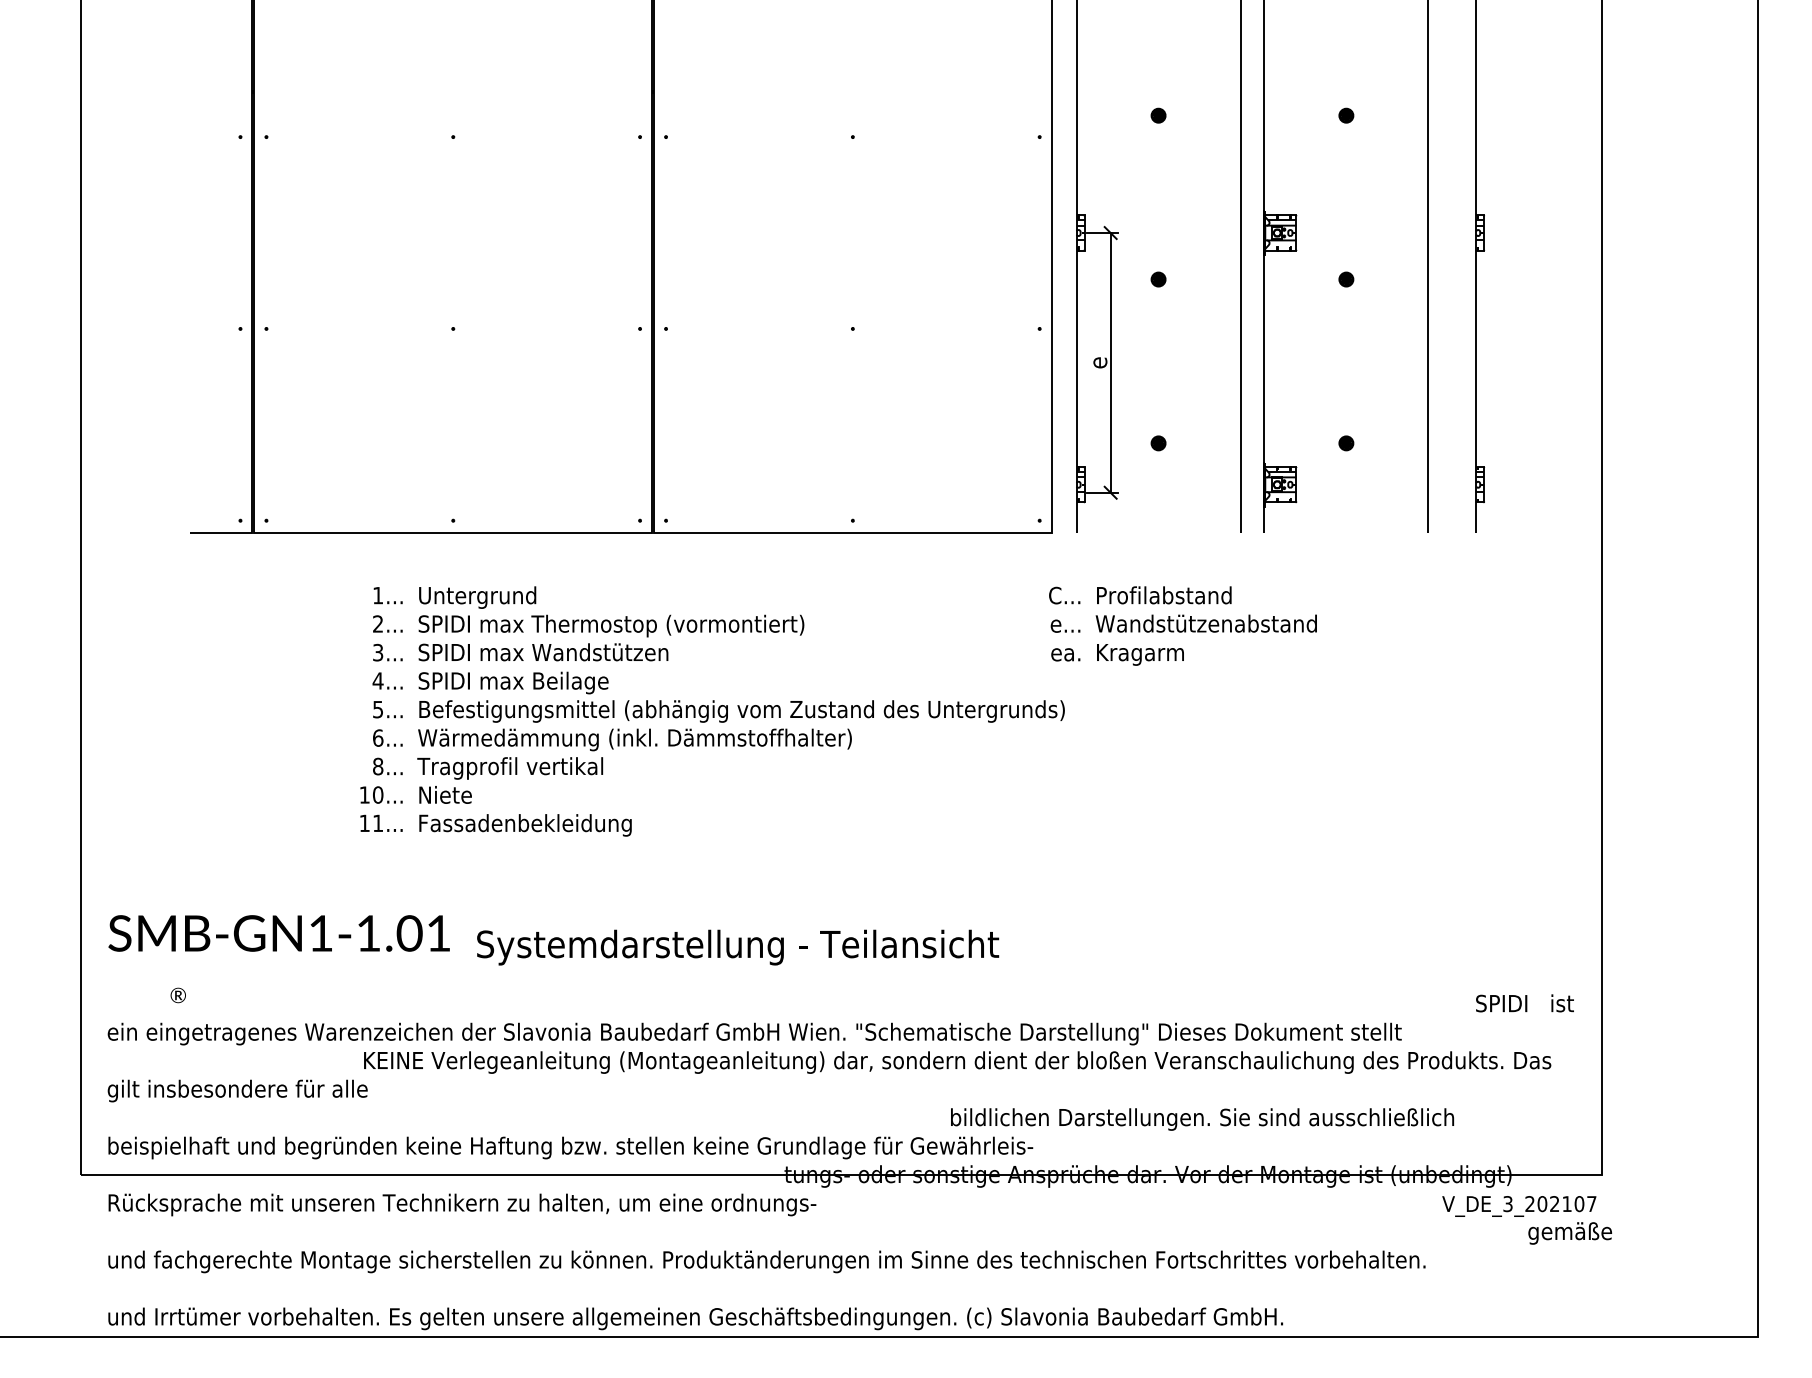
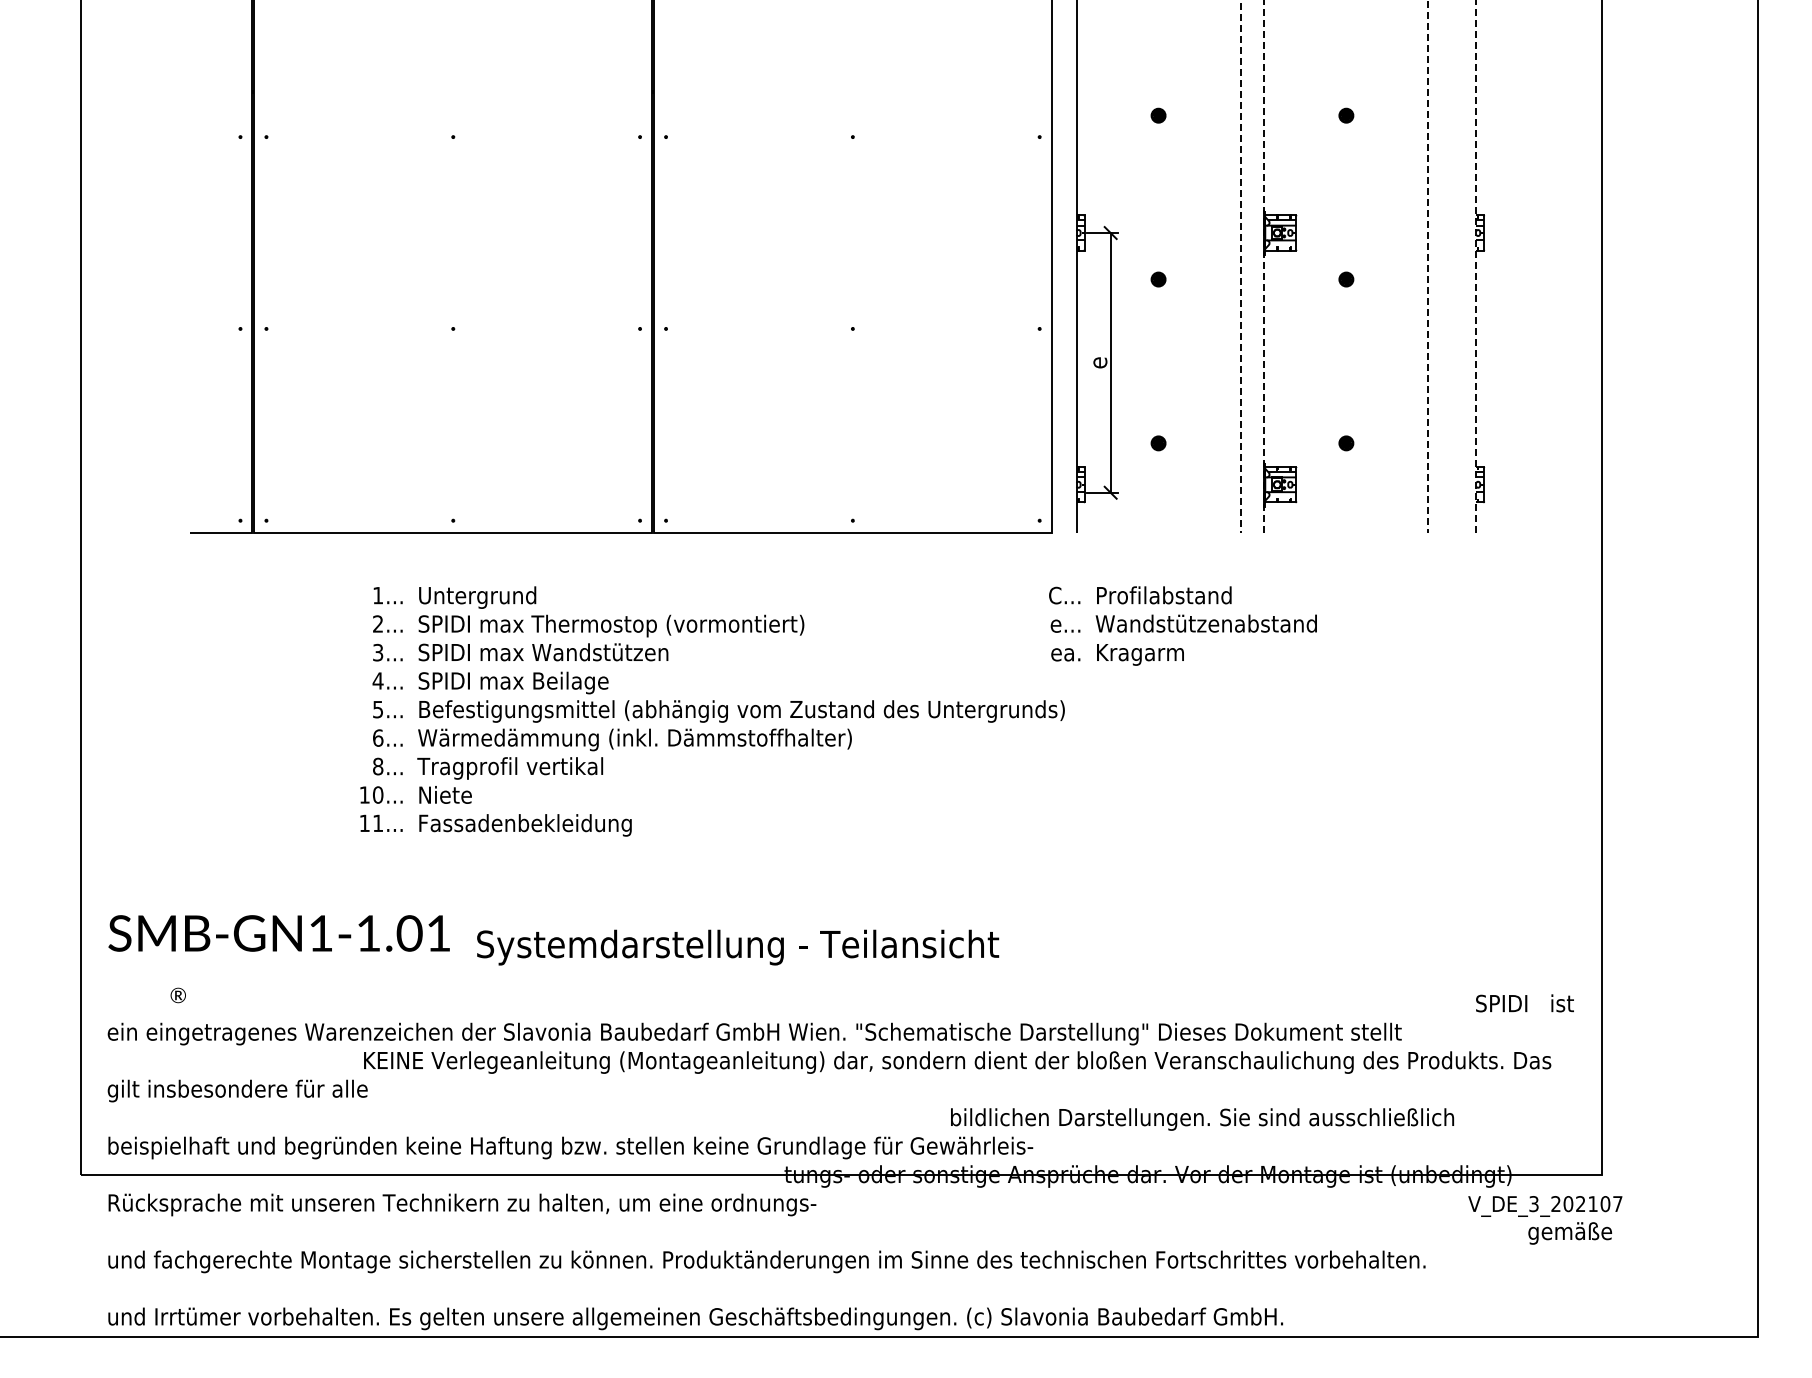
line at (1240, 0): solid -> dashed
line at (1428, 0): solid -> dashed
text at (1519, 1206) position: (1519, 1206) -> (1545, 1206)
